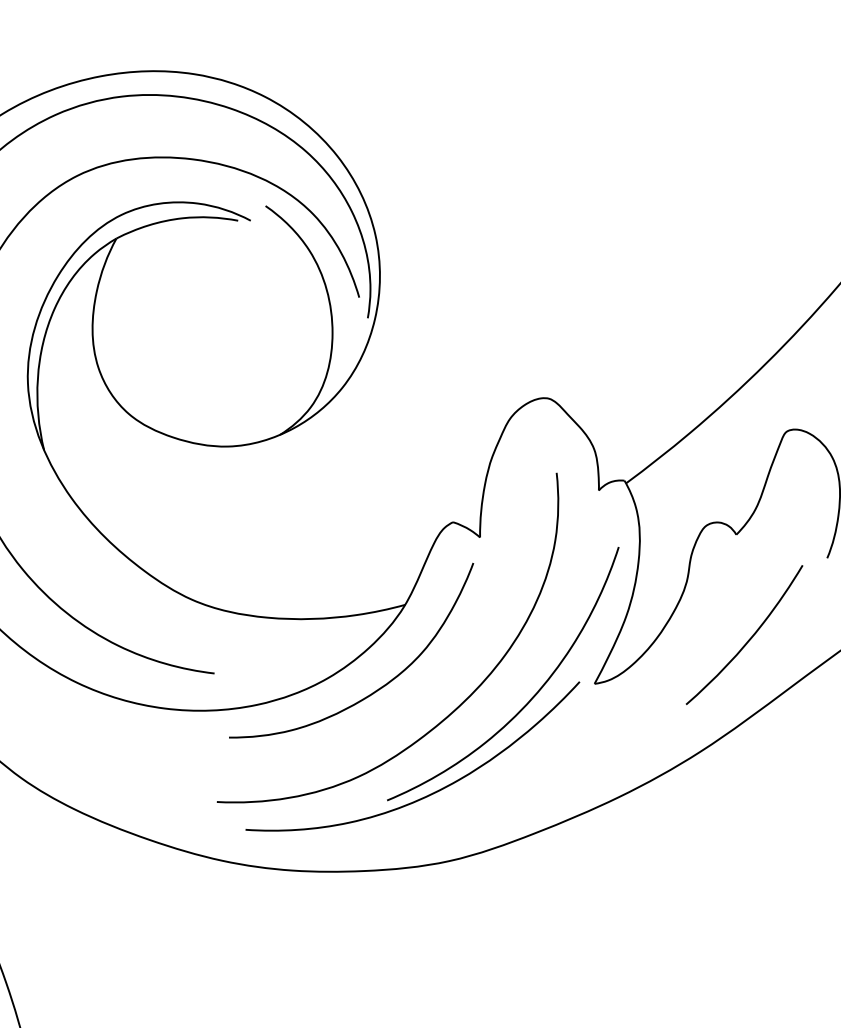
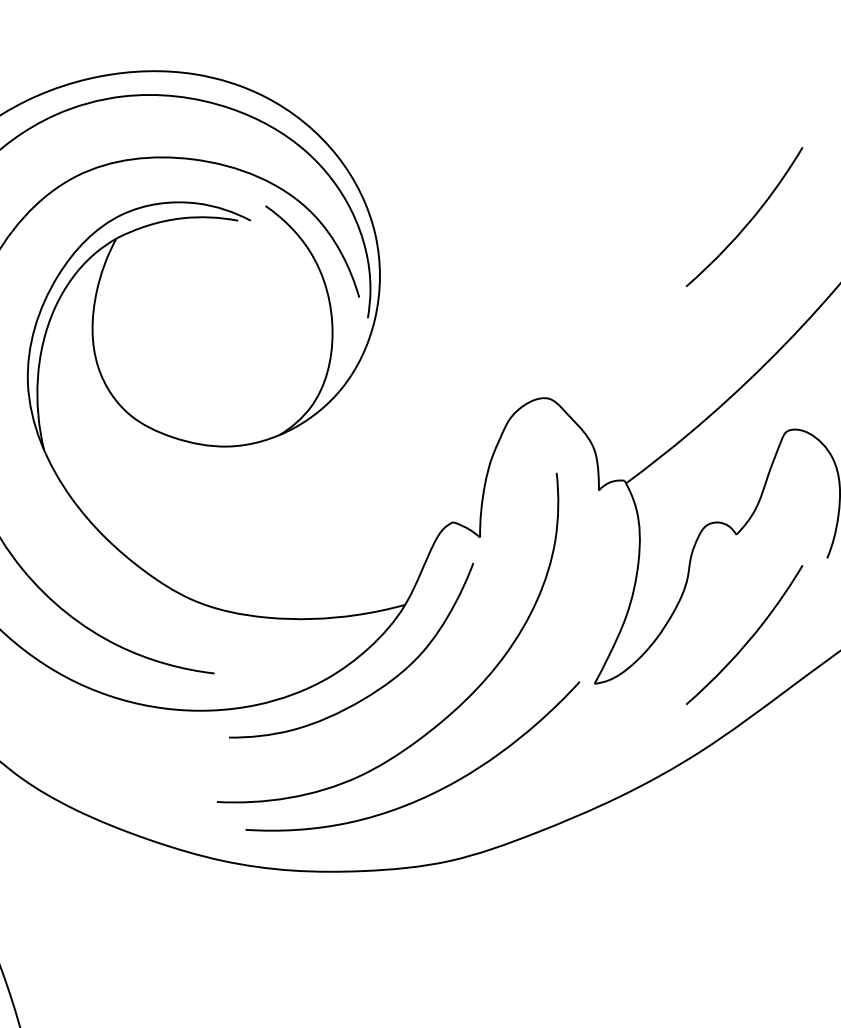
curve at (749, 220): none -> present
curve at (530, 698): present -> none
